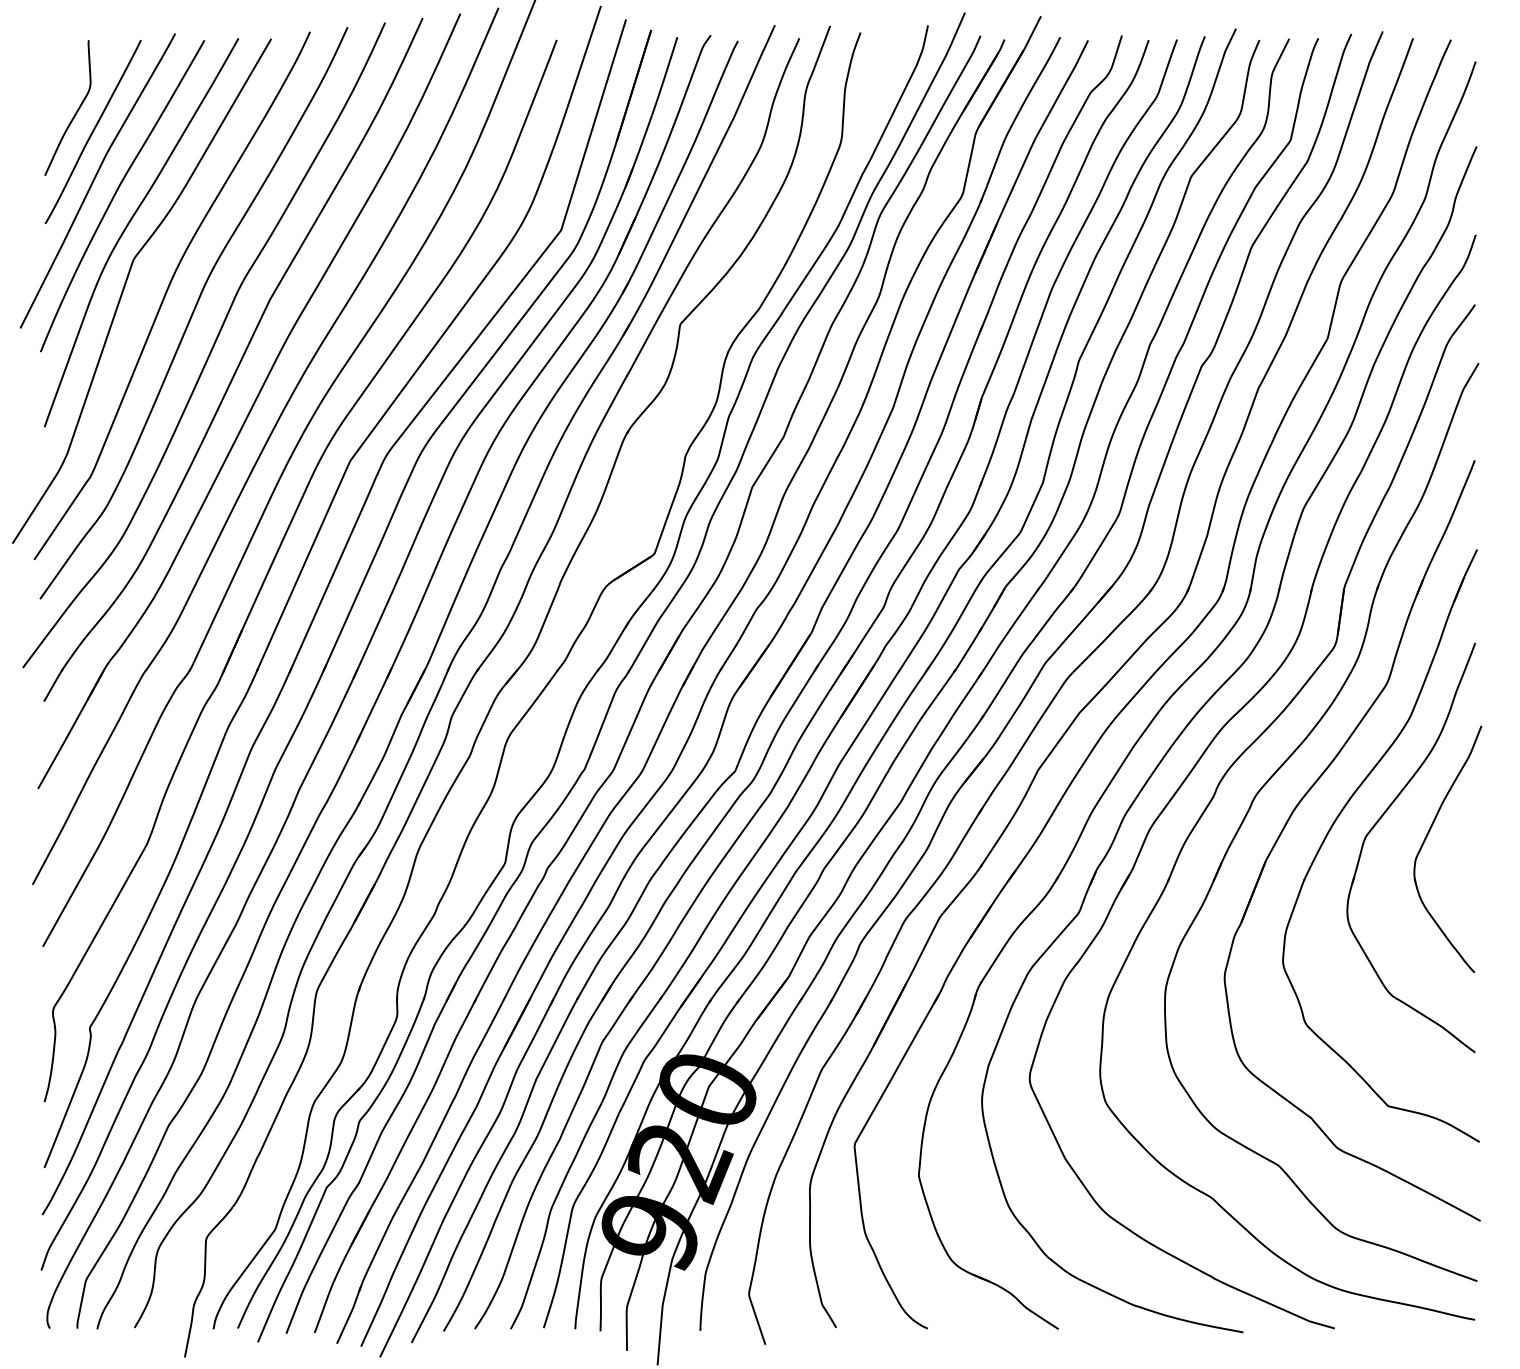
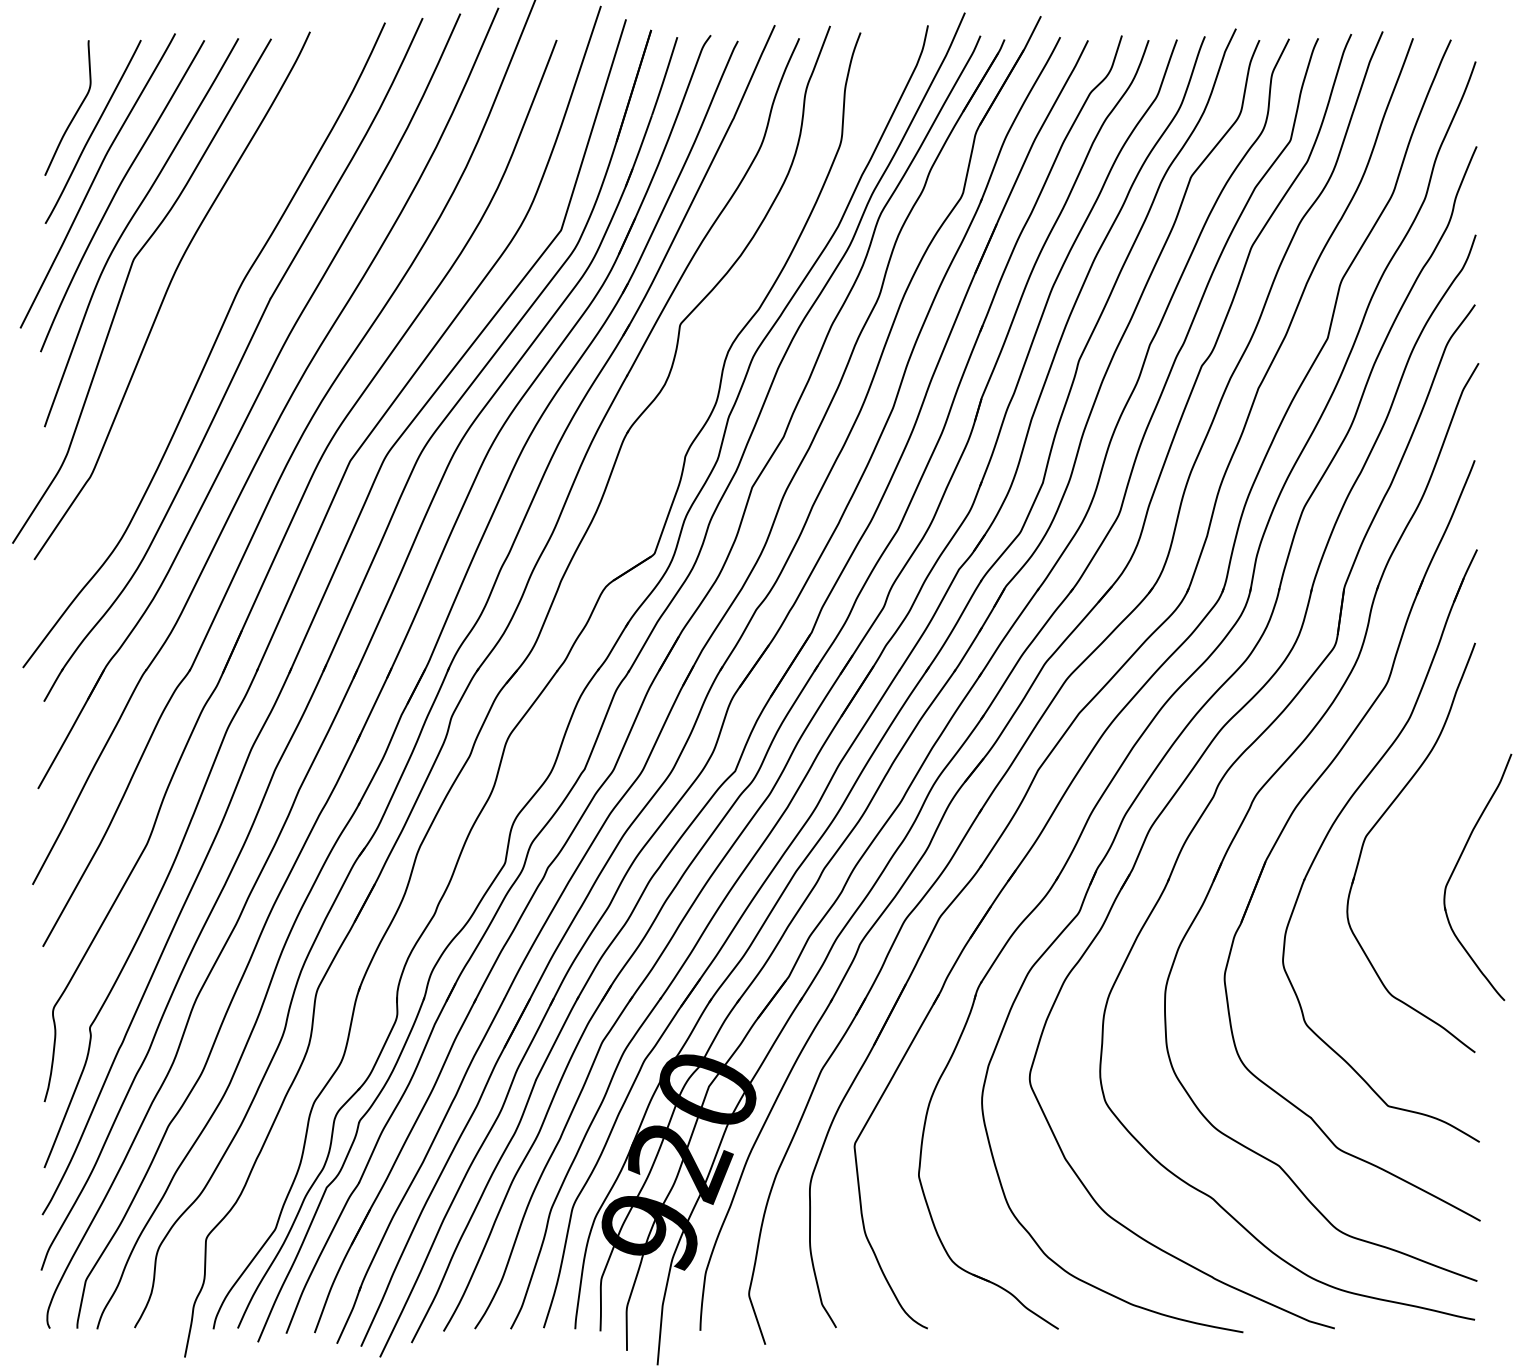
curve at (193, 313): present -> none
part at (1426, 839) position: (1426, 839) -> (1456, 867)
